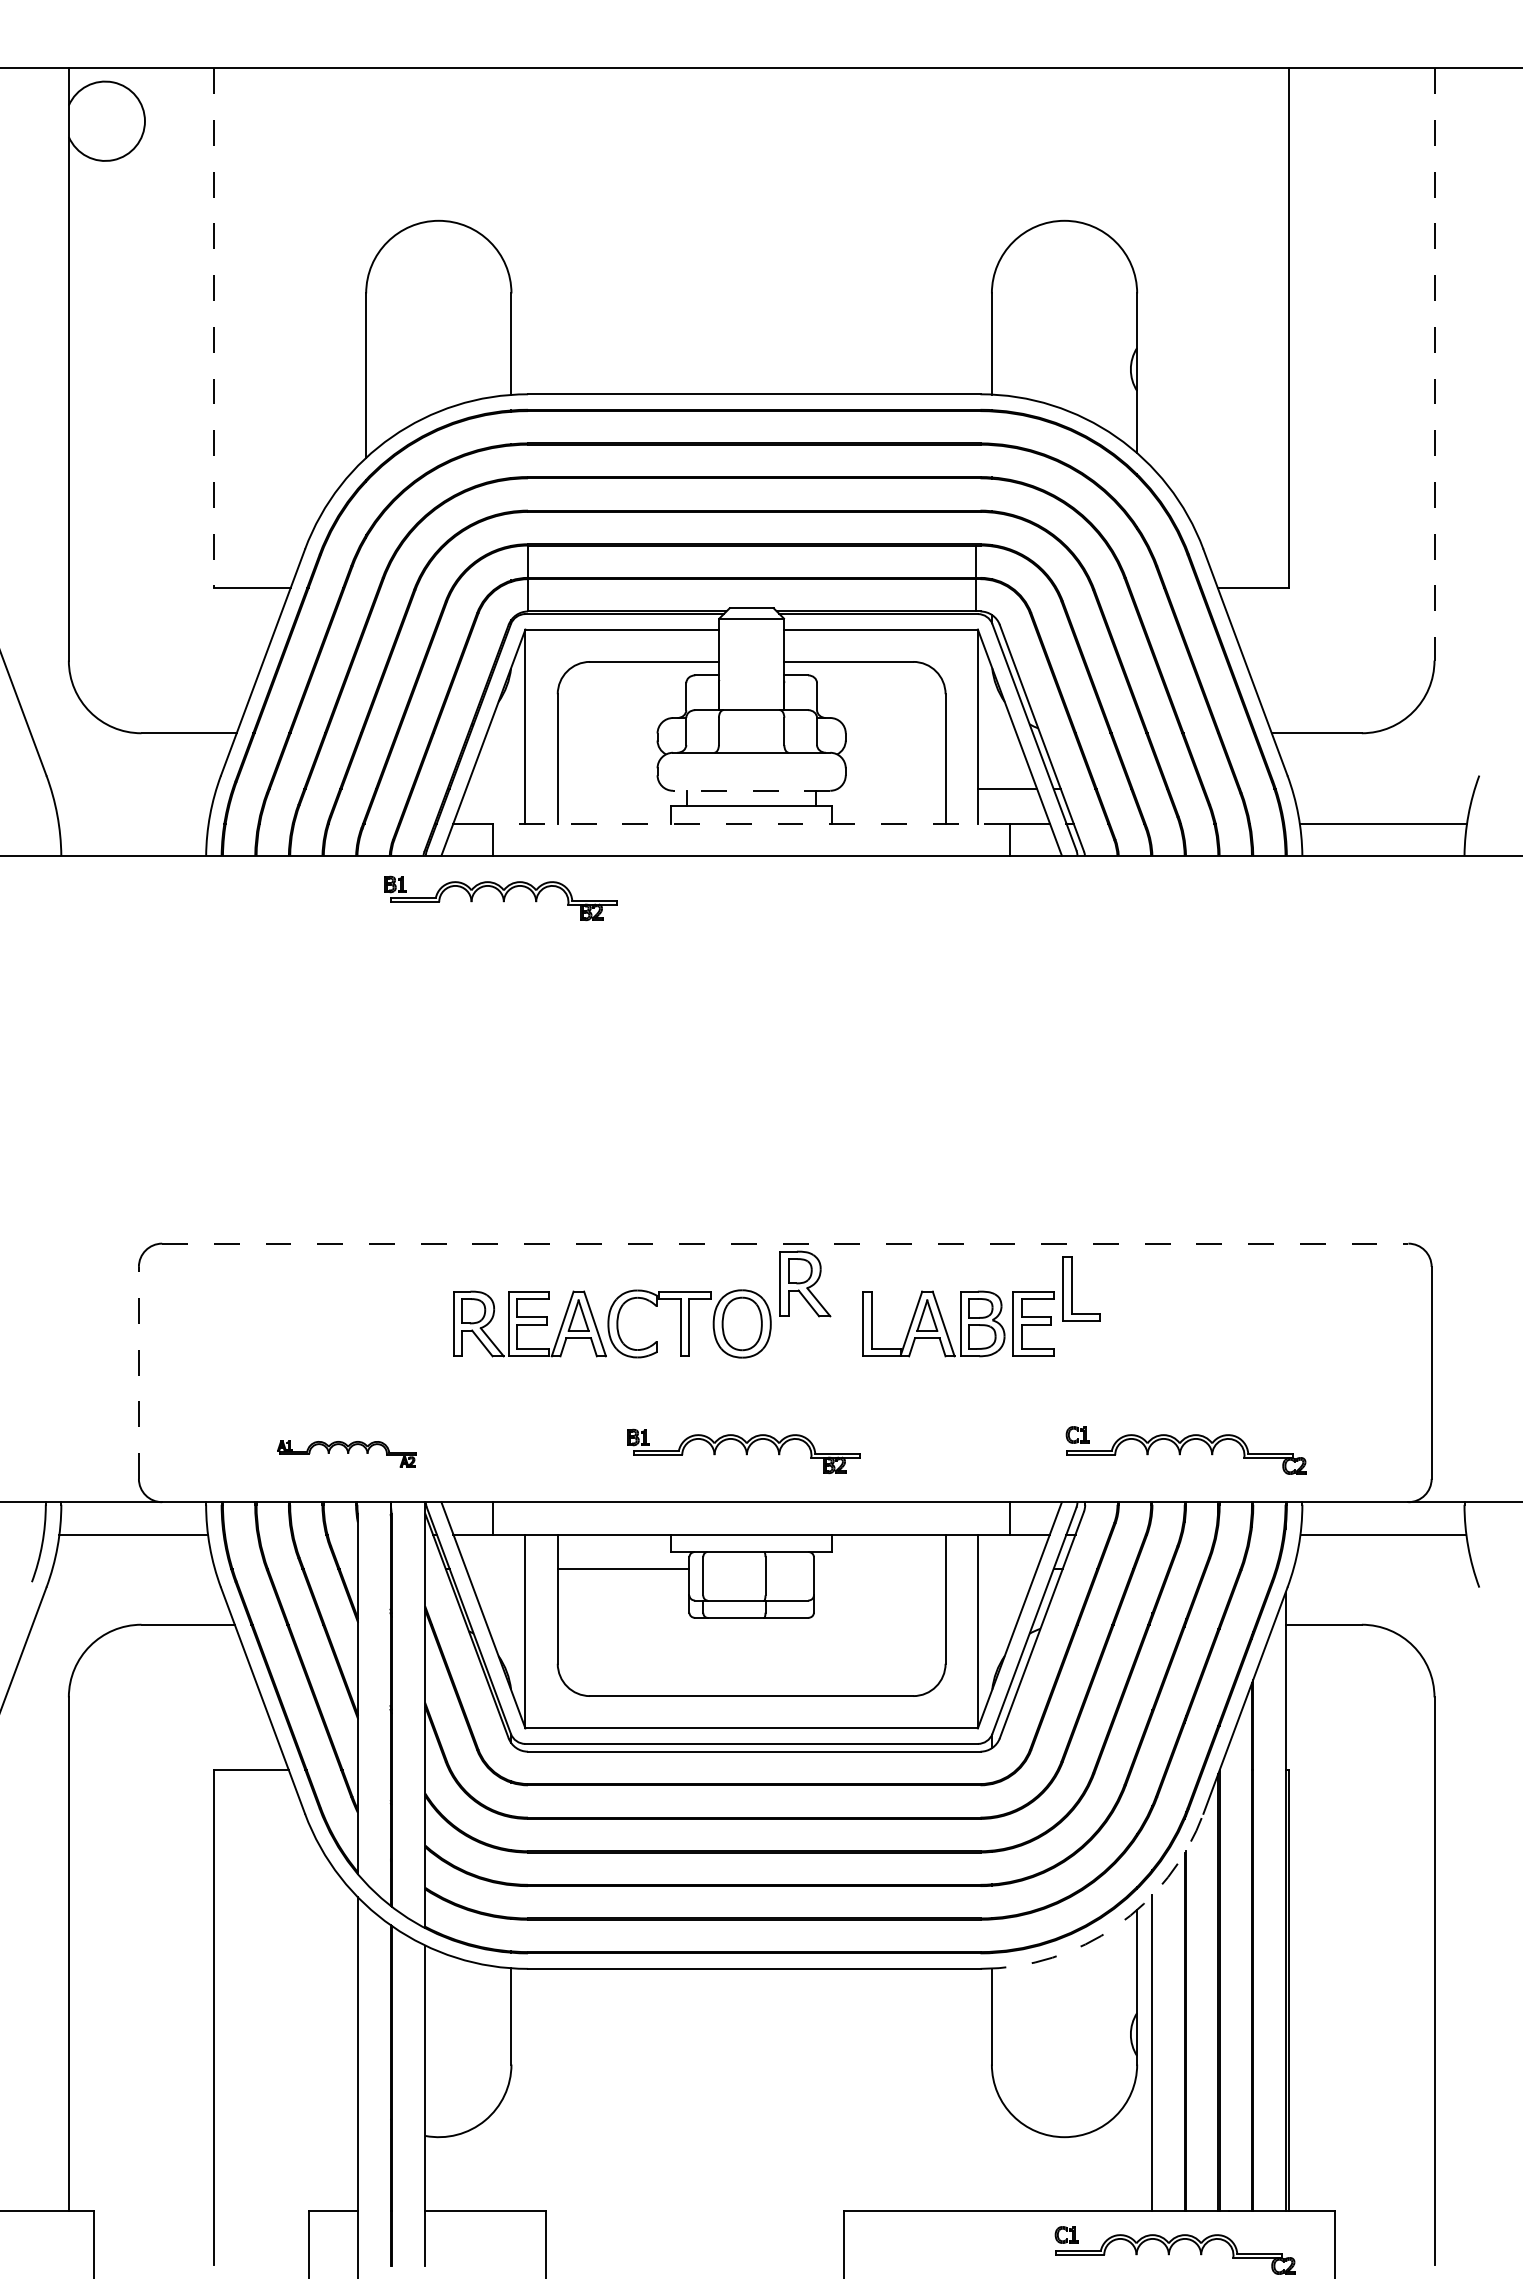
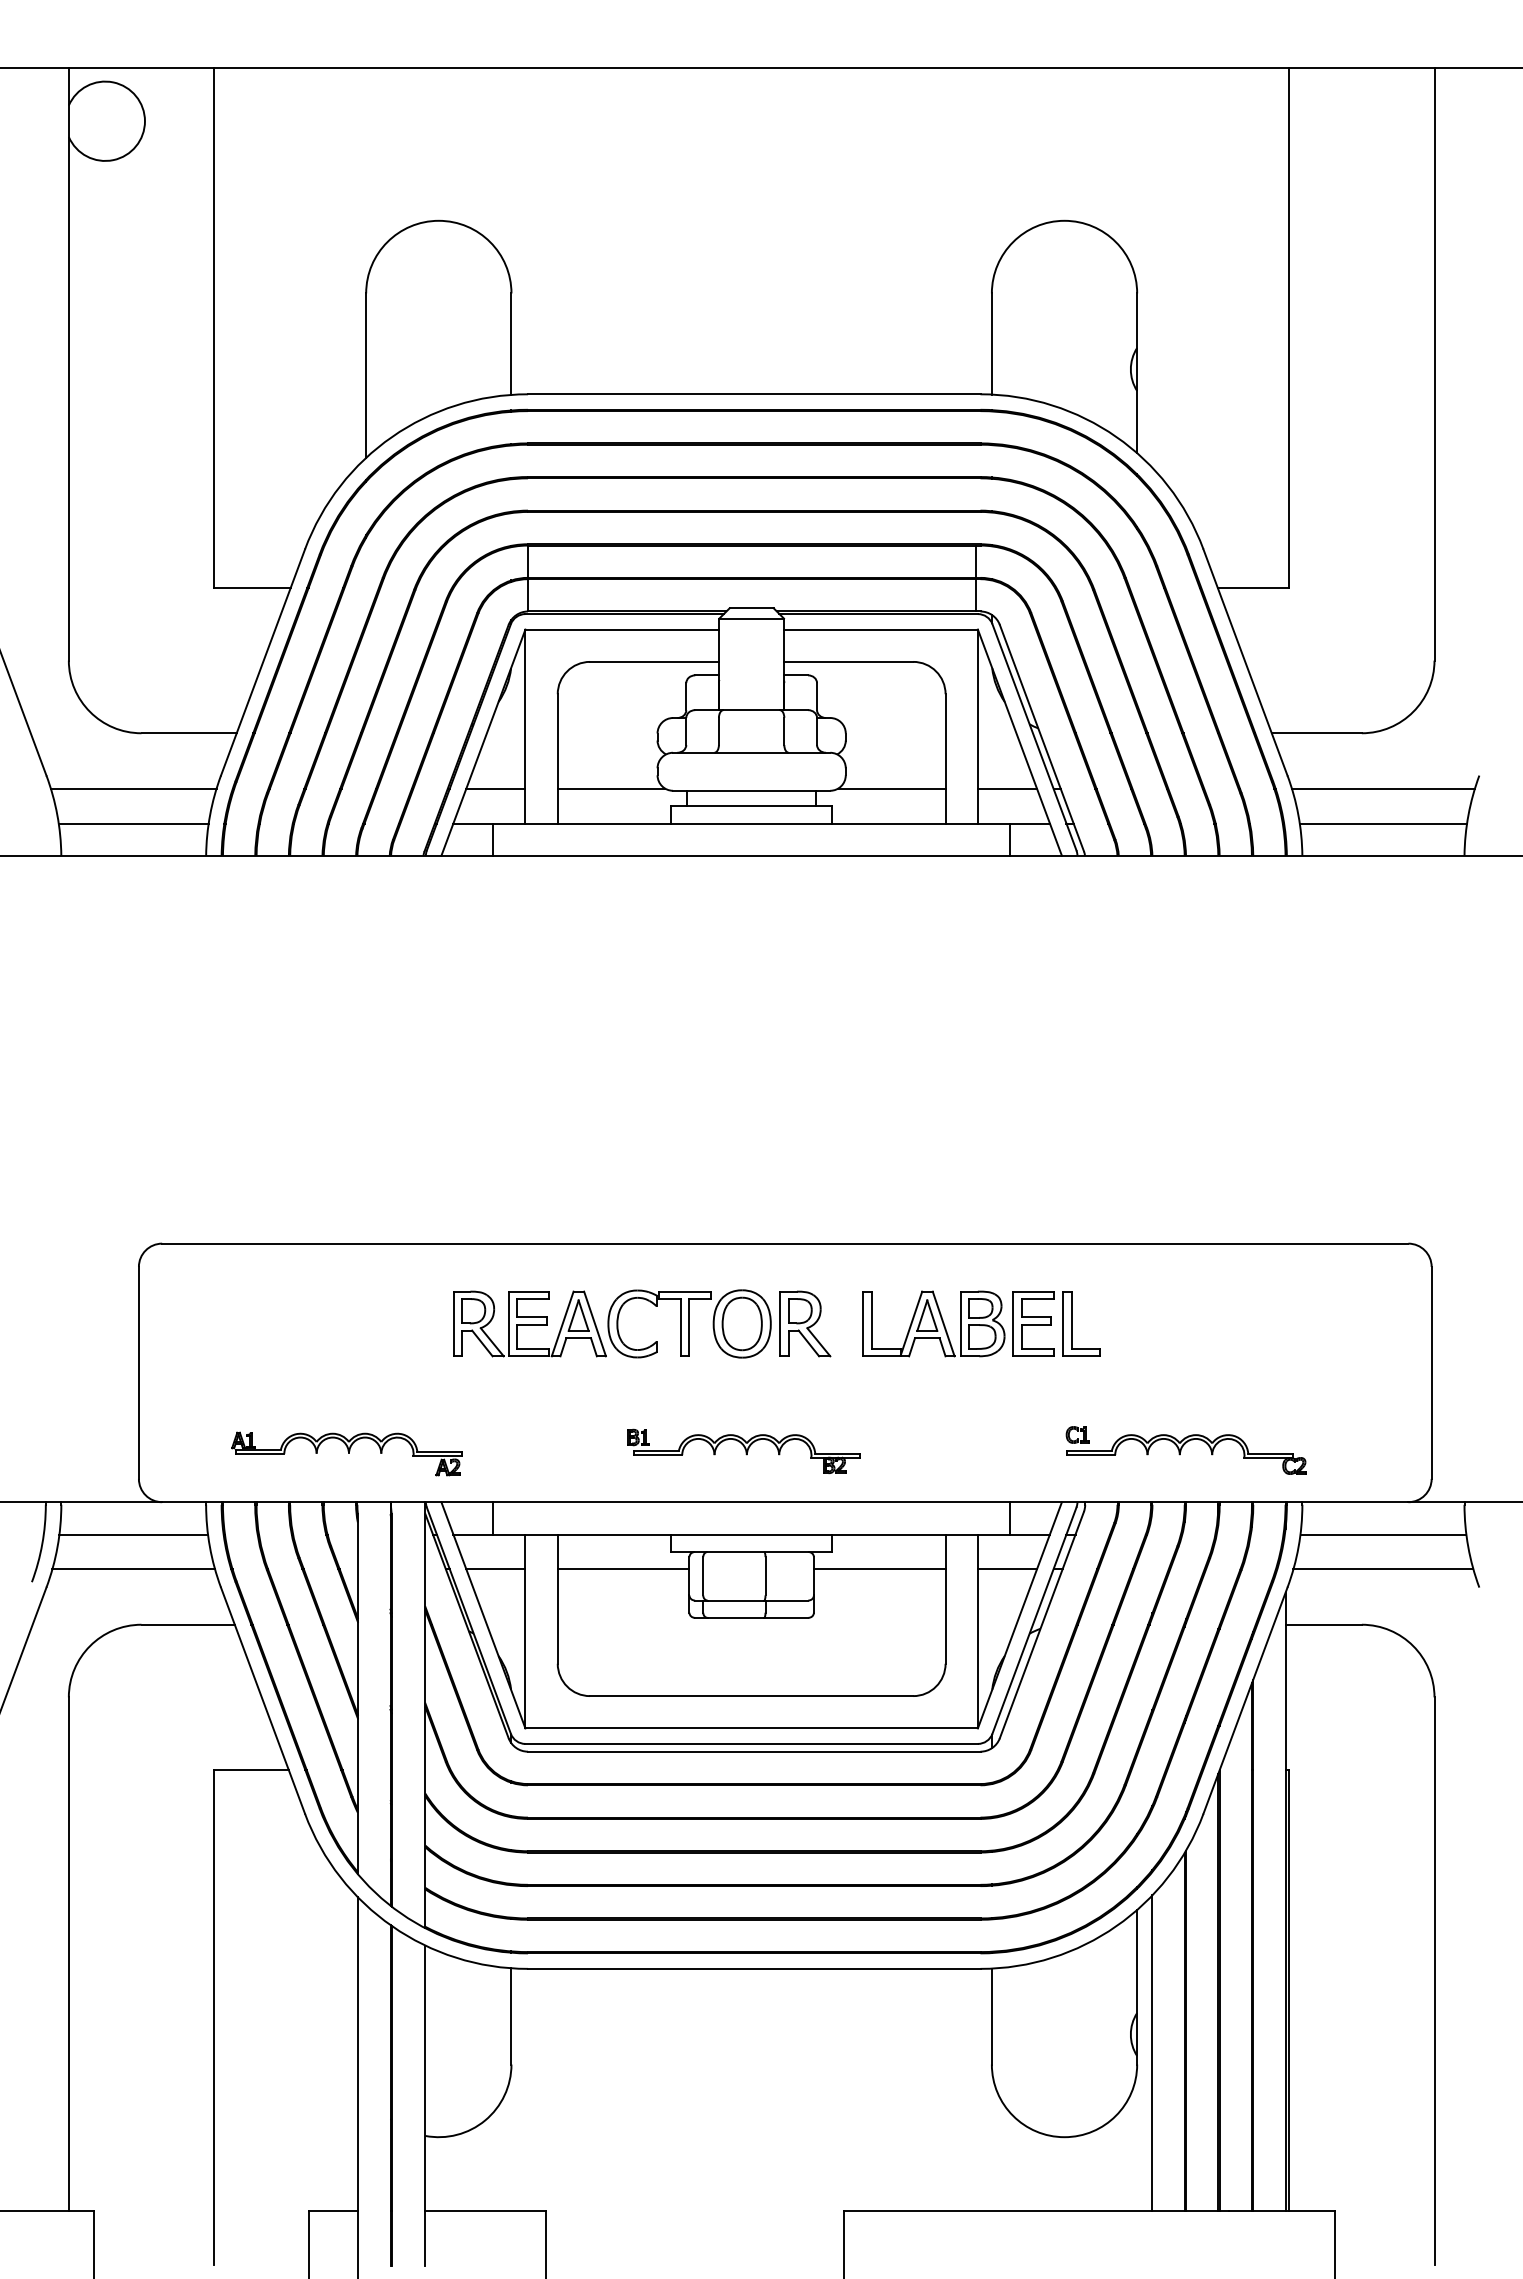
line at (214, 328): dashed -> solid
line at (1434, 364): dashed -> solid
line at (133, 788): none -> present
line at (495, 788): none -> present
line at (611, 788): none -> present
line at (891, 788): none -> present
line at (1382, 788): none -> present
line at (751, 790): dashed -> solid
line at (133, 823): none -> present
line at (751, 823): dashed -> solid
part at (500, 898): present -> none
line at (785, 1243): dashed -> solid
part at (805, 1283) position: (805, 1283) -> (805, 1323)
part at (1072, 1288) position: (1072, 1288) -> (1072, 1323)
line at (138, 1372): dashed -> solid
part at (346, 1453) size: 140x28 px -> 232x46 px
line at (133, 1569): none -> present
line at (495, 1569): none -> present
line at (879, 1569): none -> present
line at (1007, 1569): none -> present
line at (1383, 1569): none -> present
arc at (1116, 1926): dashed -> solid
part at (1174, 2250): present -> none
